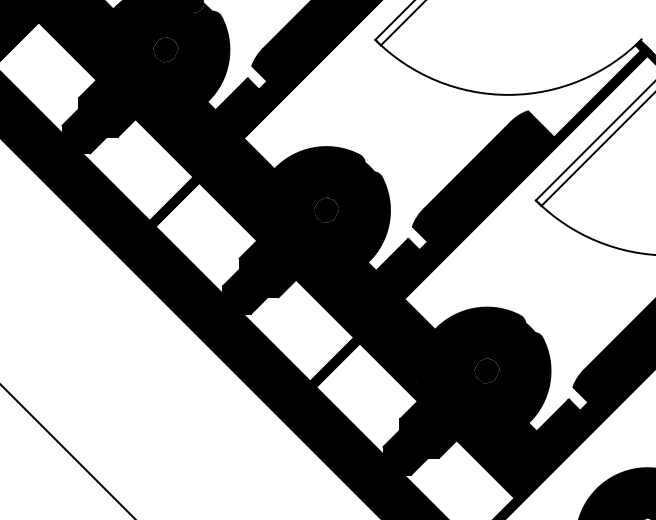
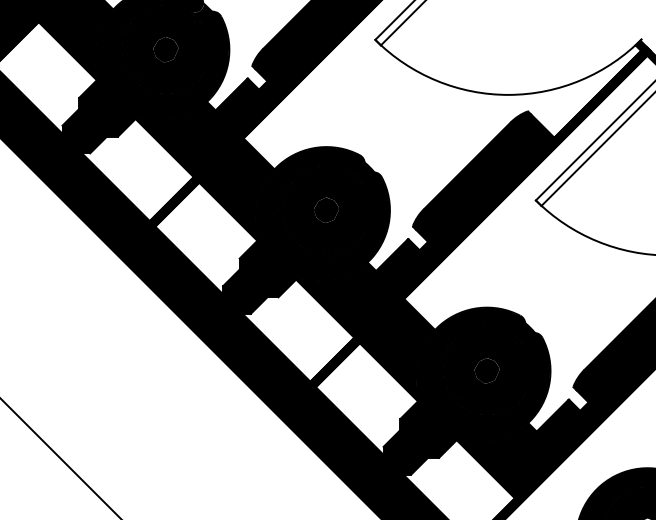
line at (67, 451) position: (67, 451) -> (60, 458)
